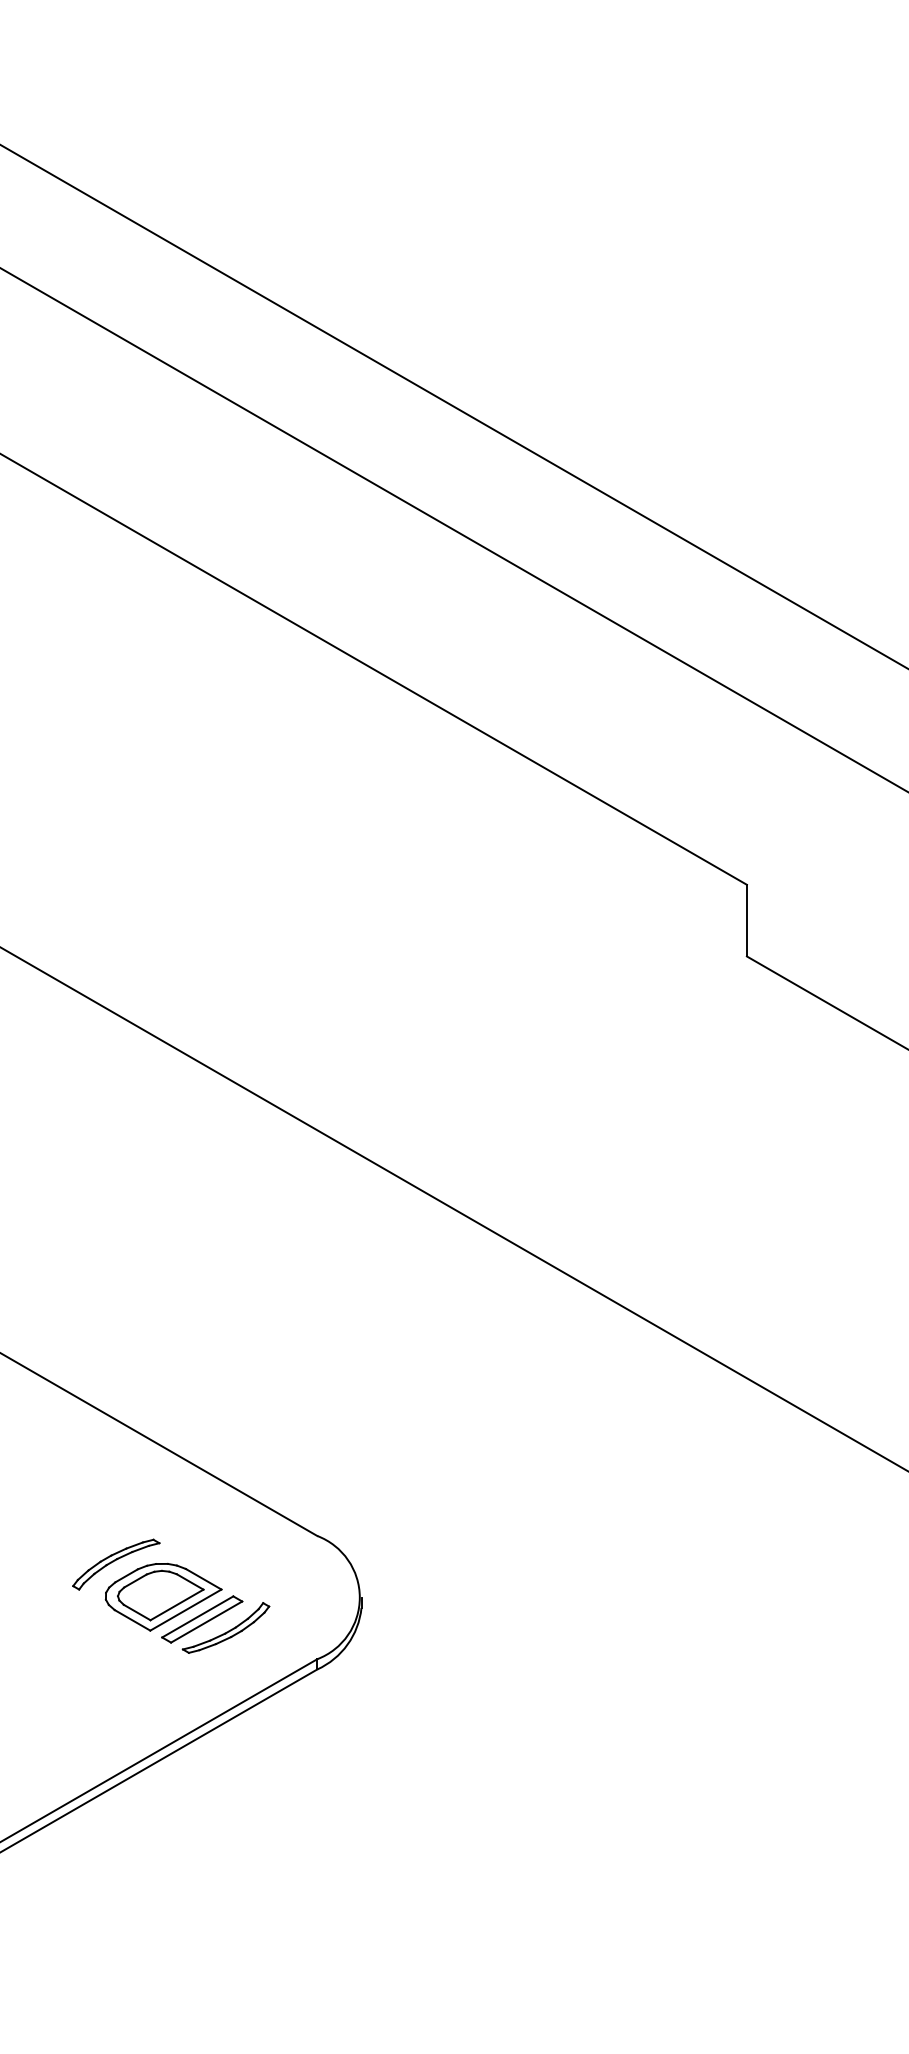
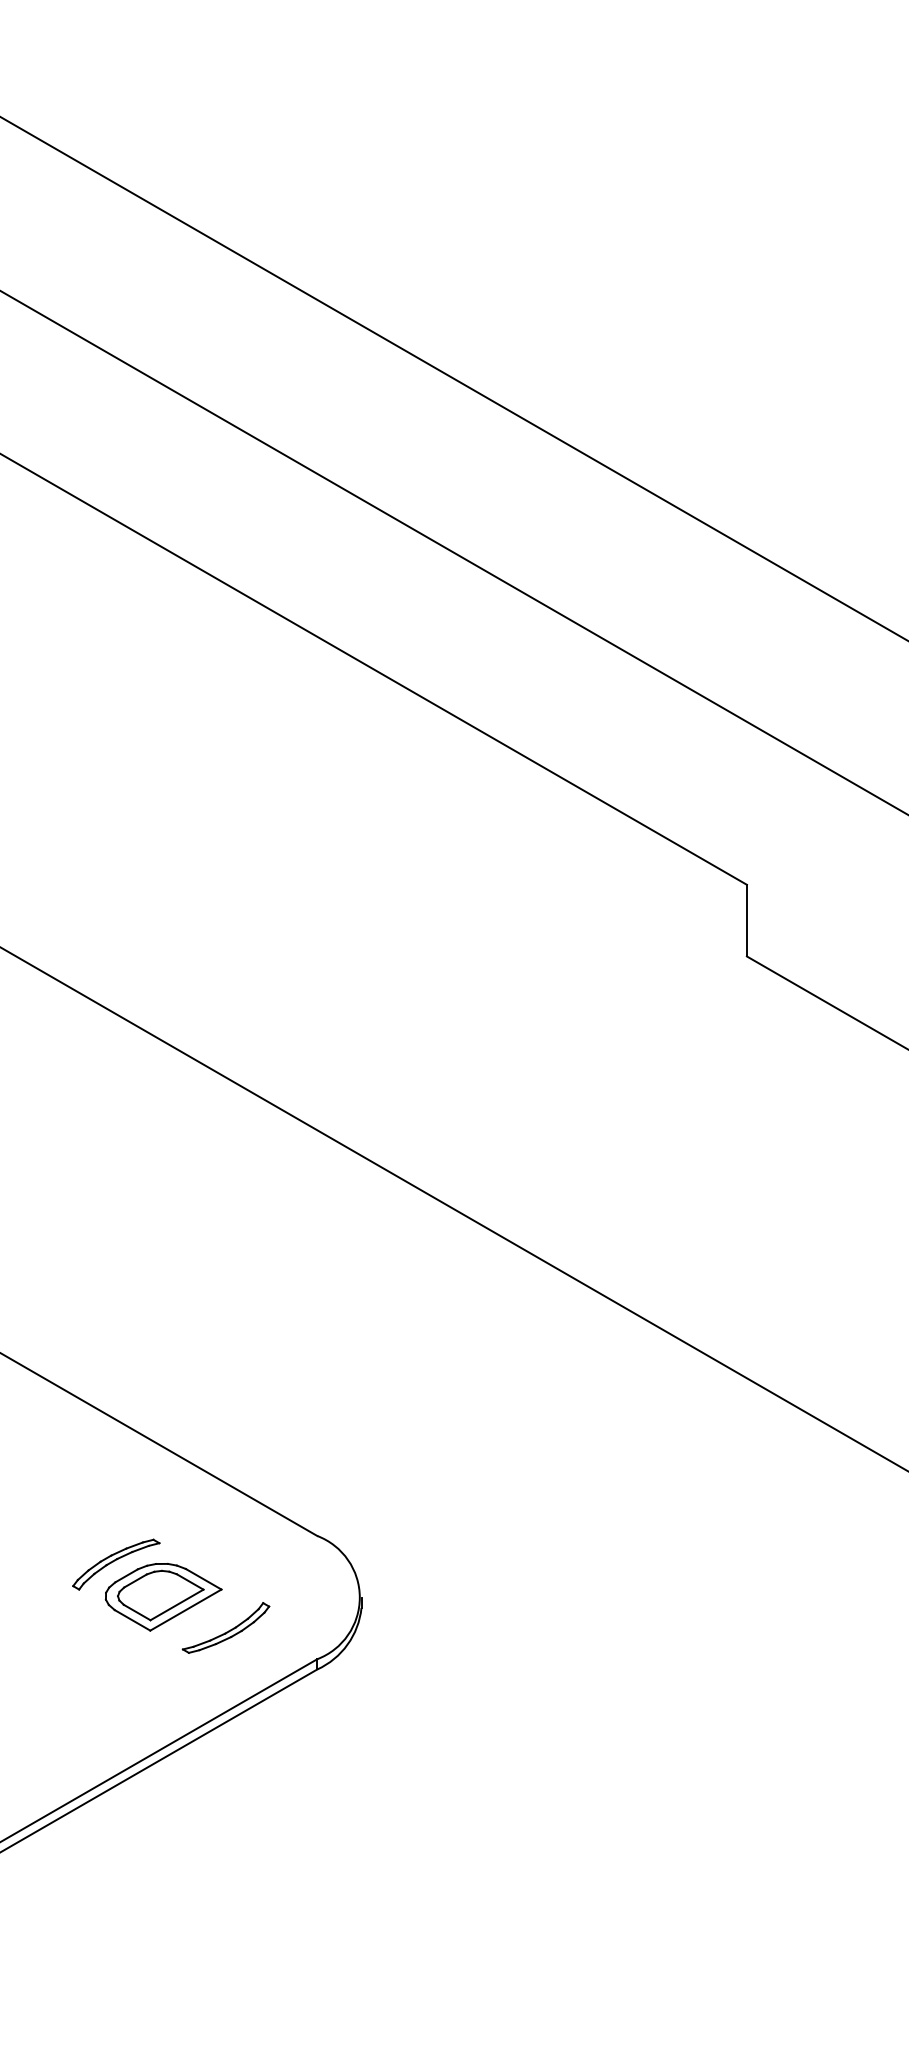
line at (453, 406) position: (453, 406) -> (453, 378)
line at (453, 529) position: (453, 529) -> (453, 552)
part at (202, 1619): present -> none
